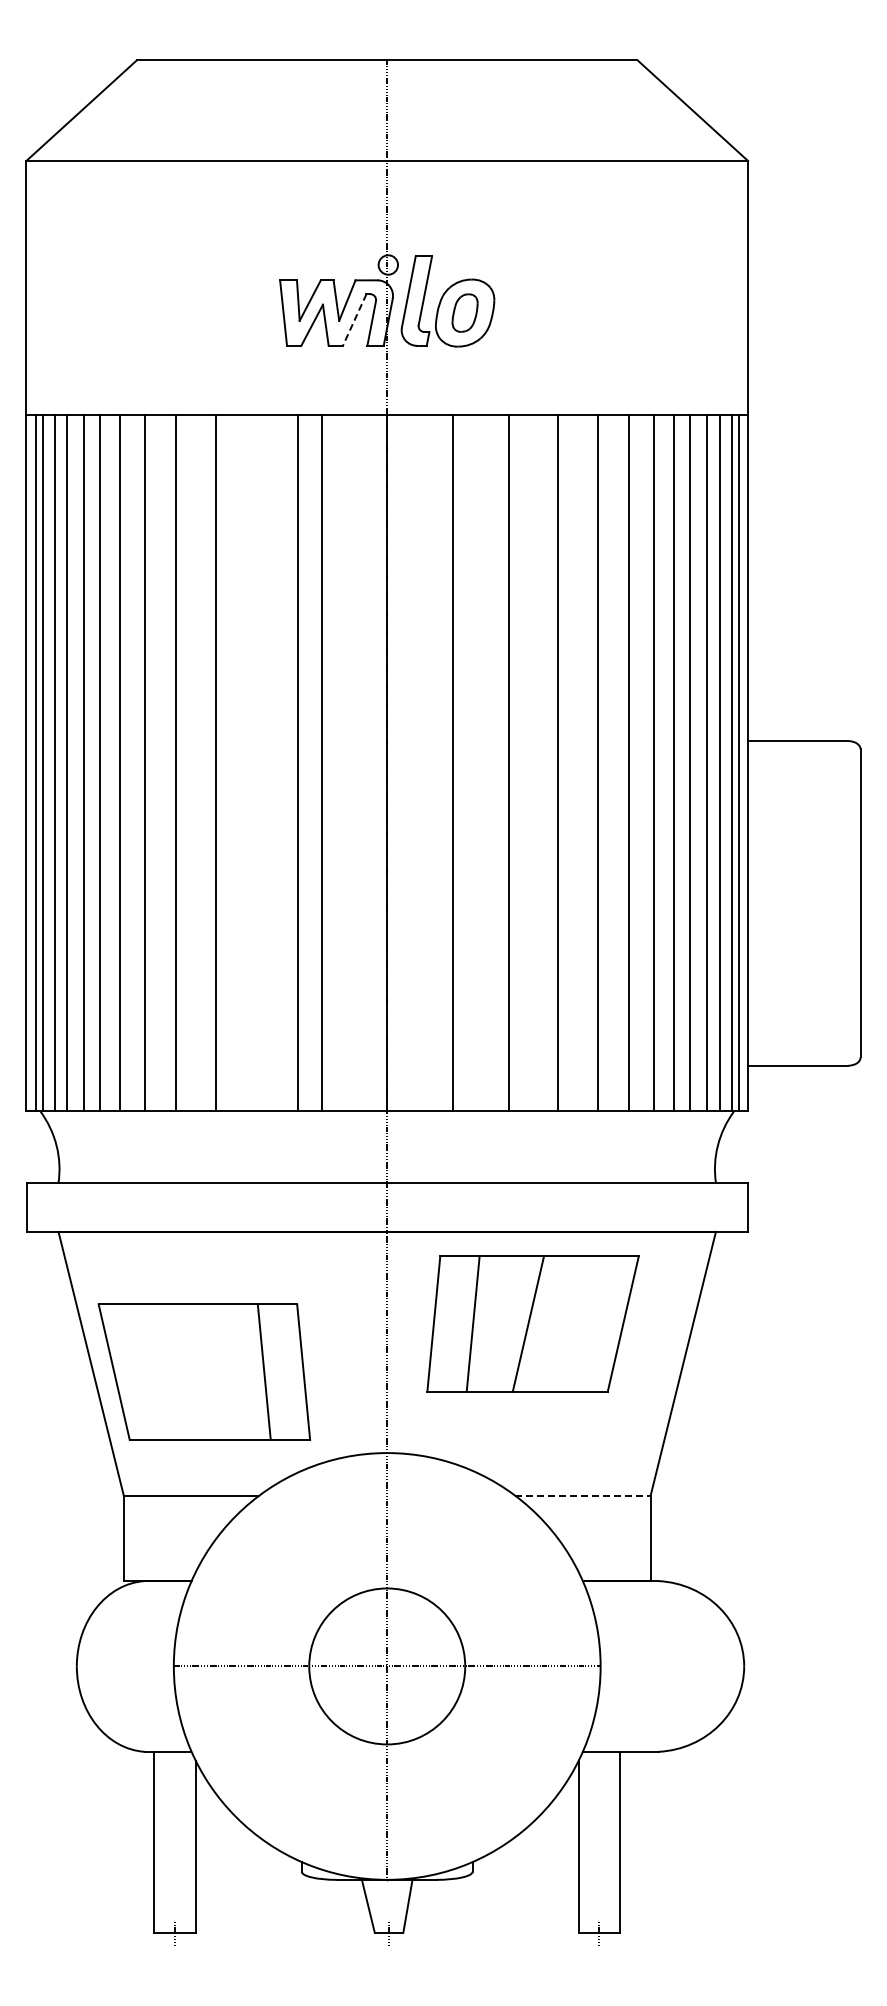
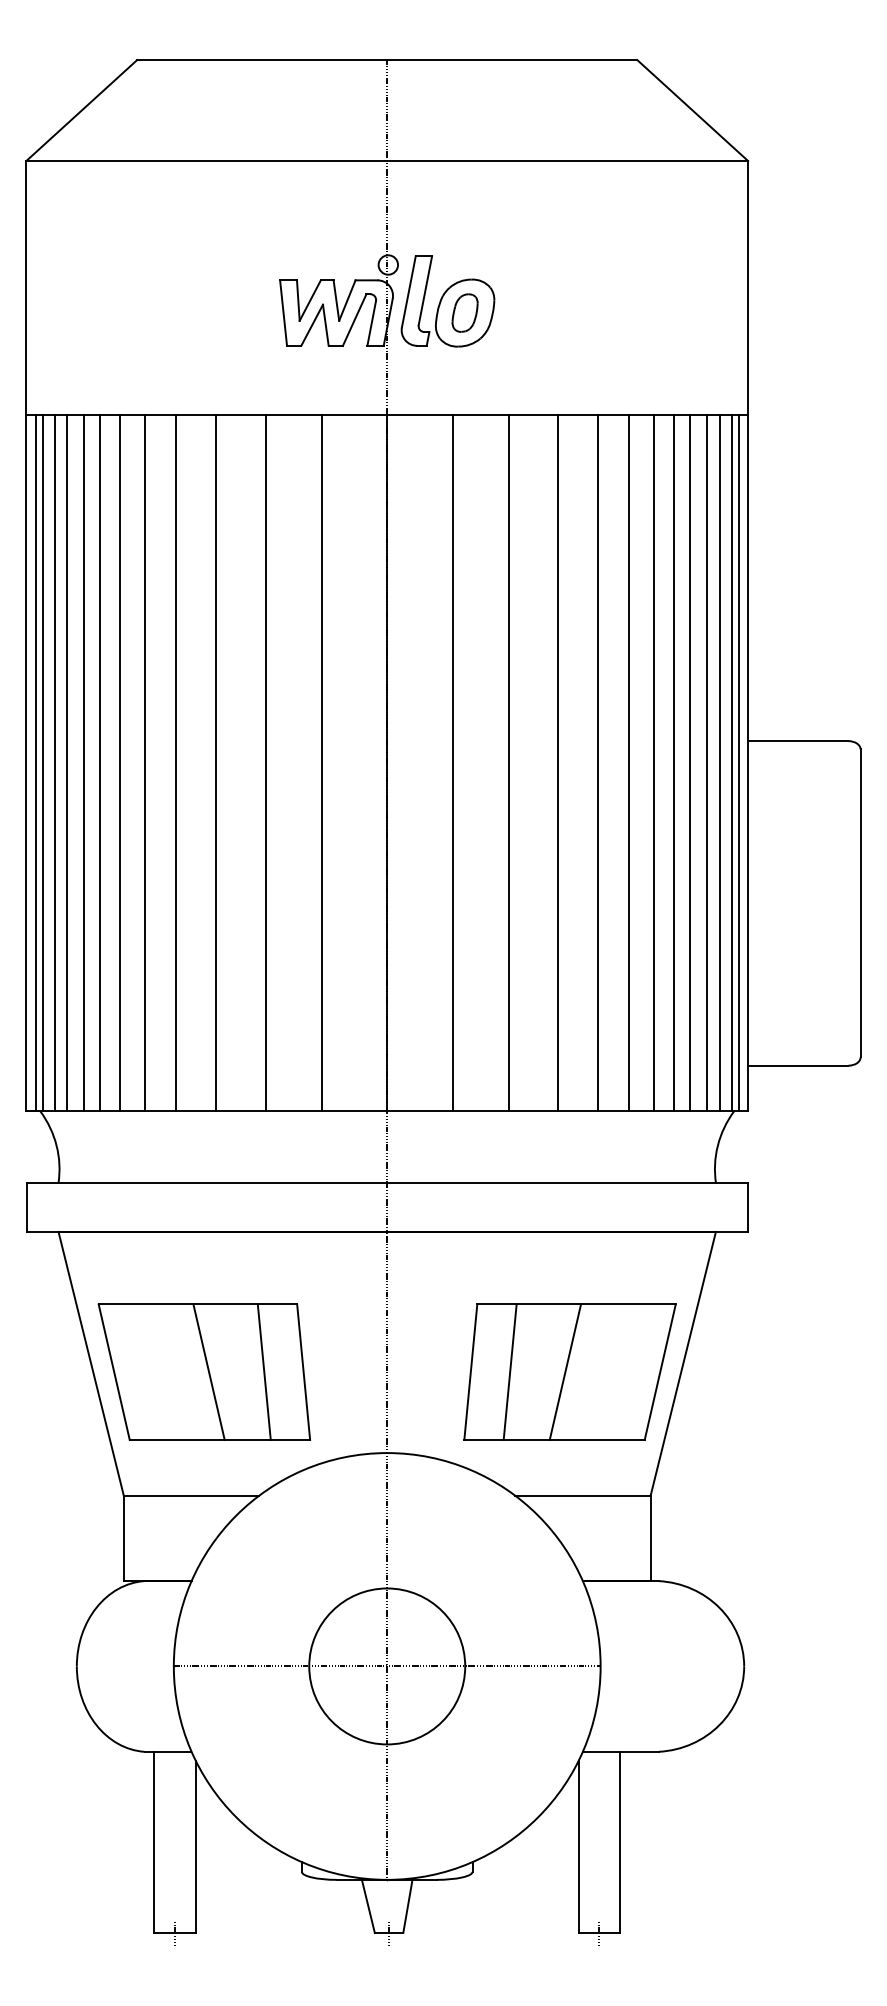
line at (354, 320): dashed -> solid
line at (297, 763) position: (297, 763) -> (265, 763)
part at (532, 1323) position: (532, 1323) -> (569, 1371)
line at (208, 1372): none -> present
line at (582, 1495): dashed -> solid
